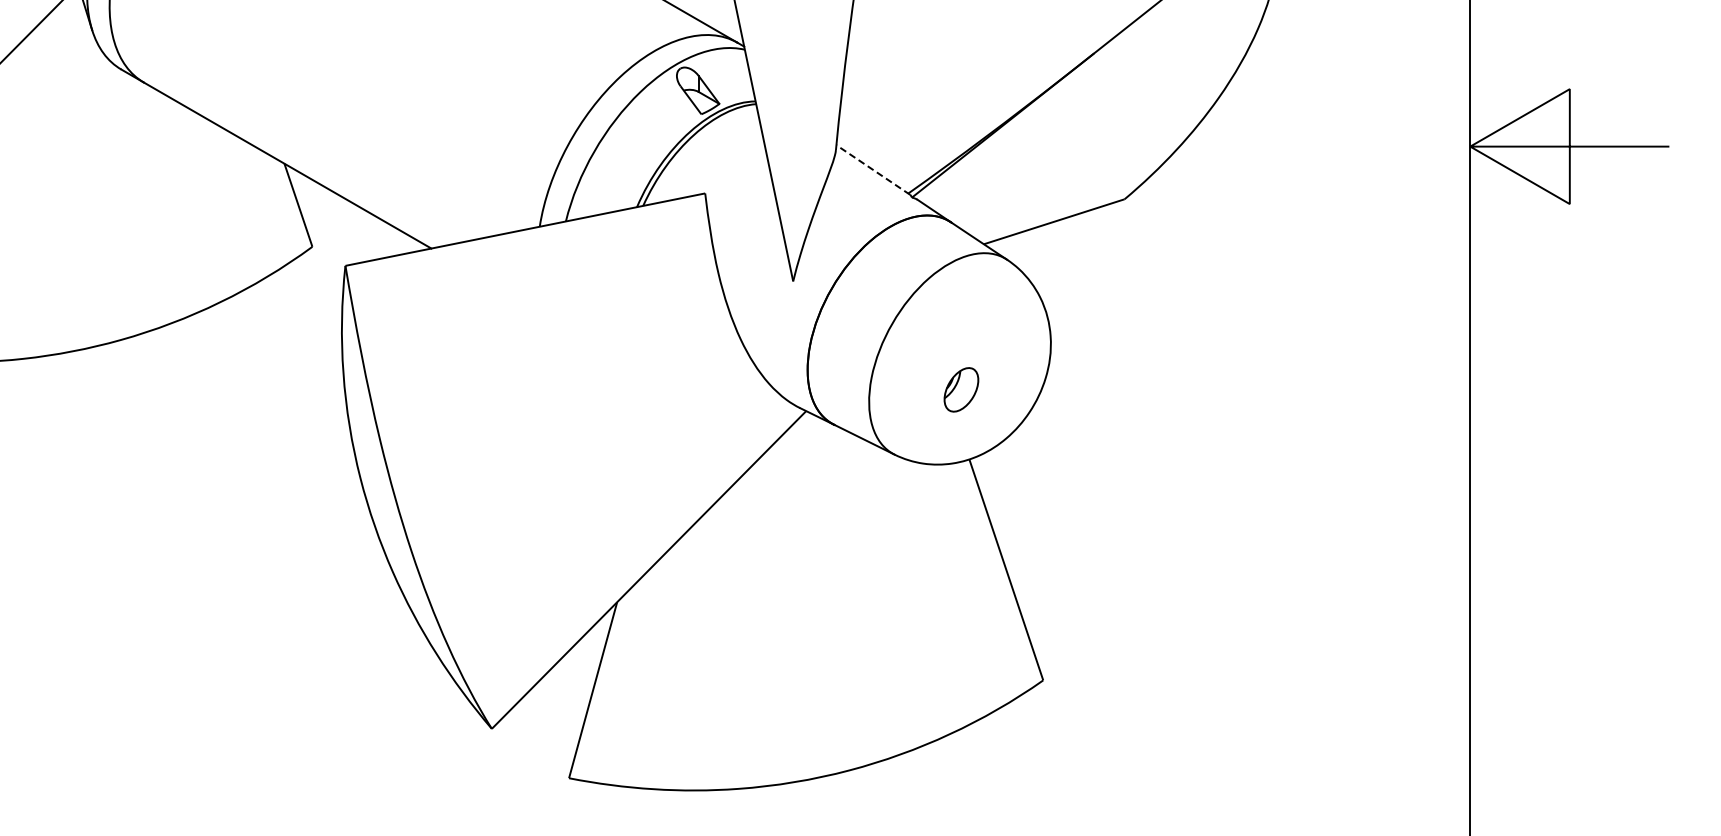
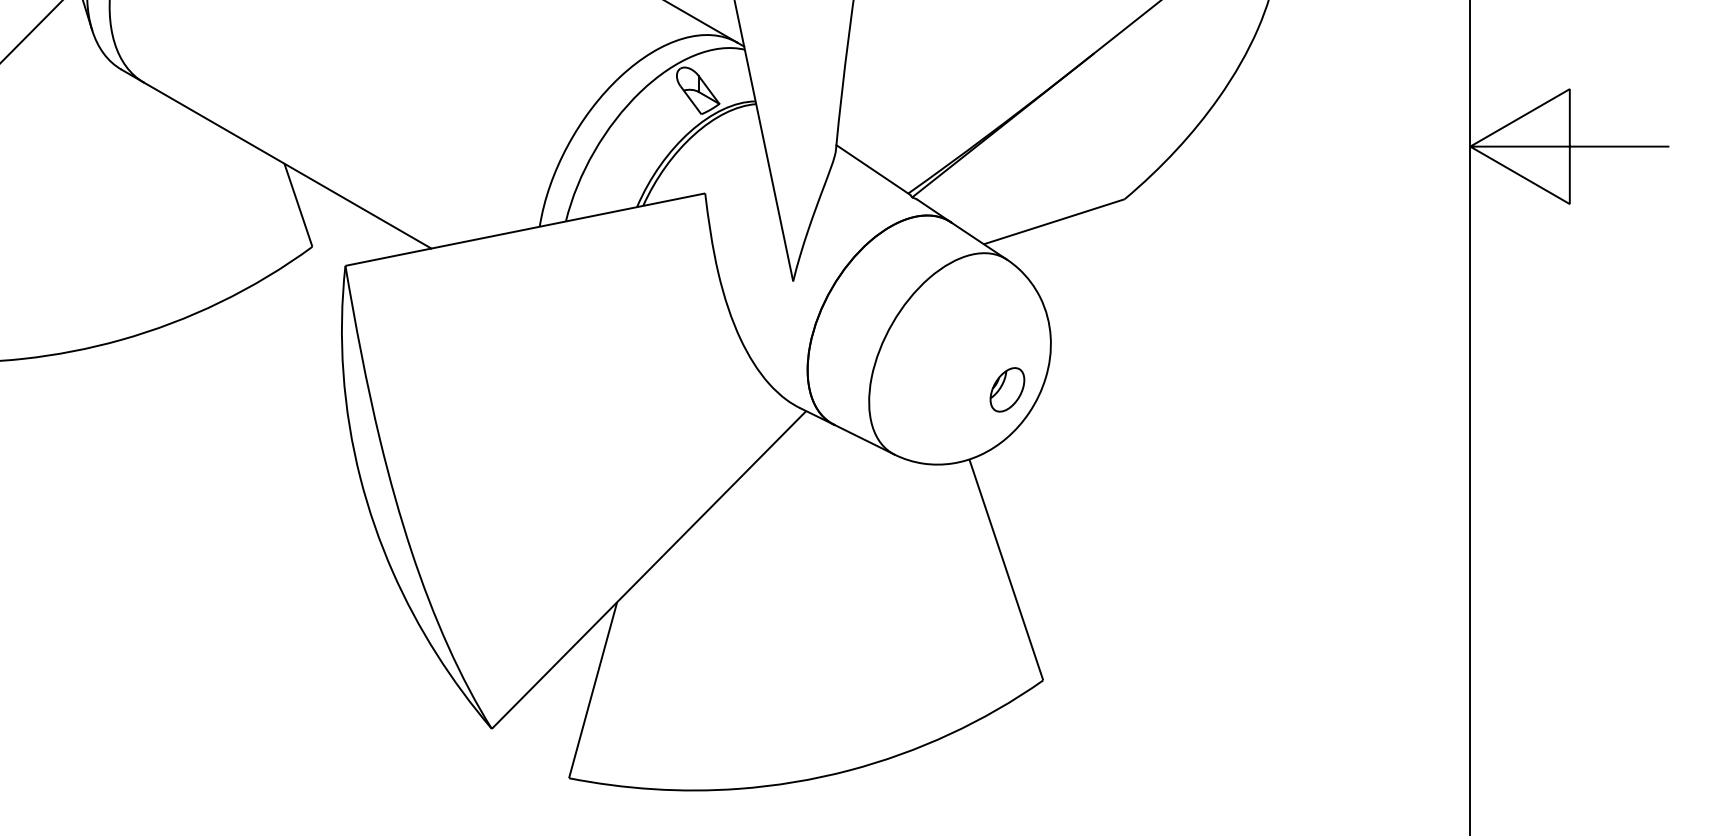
line at (872, 169): dashed -> solid
part at (961, 389) position: (961, 389) -> (1007, 389)
